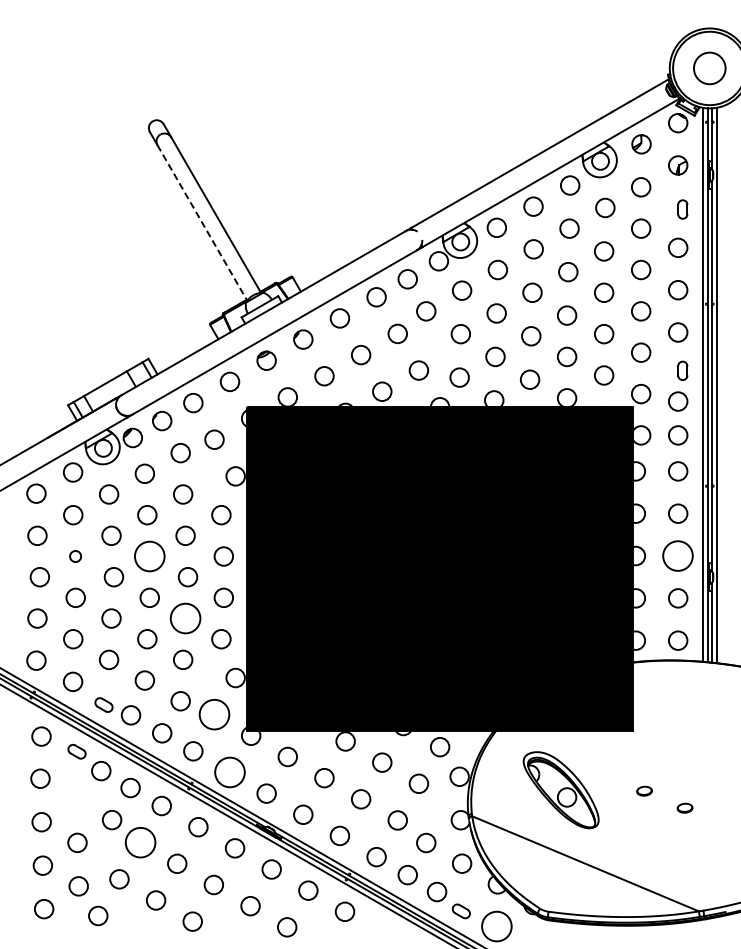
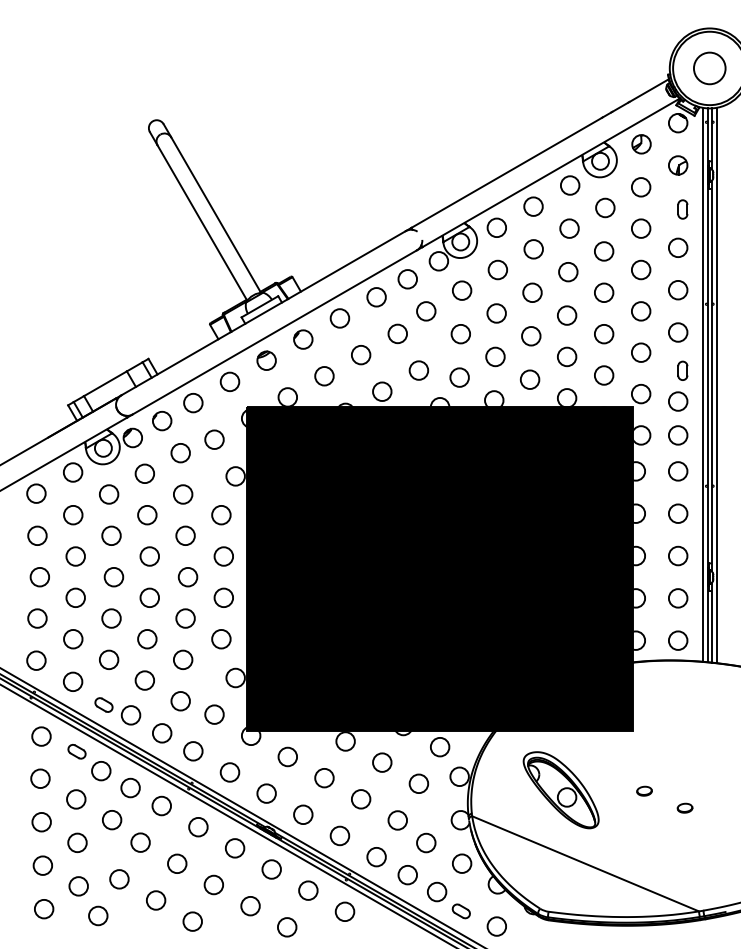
line at (202, 222): dashed -> solid
circle at (677, 555) size: 32x32 px -> 21x22 px
circle at (75, 556) size: 13x13 px -> 21x21 px
circle at (149, 556) diameter: 30 px -> 19 px
circle at (185, 618) diameter: 30 px -> 19 px
circle at (214, 714) diameter: 30 px -> 19 px
circle at (229, 772) diameter: 30 px -> 19 px
circle at (76, 799): none -> present
circle at (140, 842) diameter: 30 px -> 19 px
circle at (496, 926) diameter: 30 px -> 19 px
